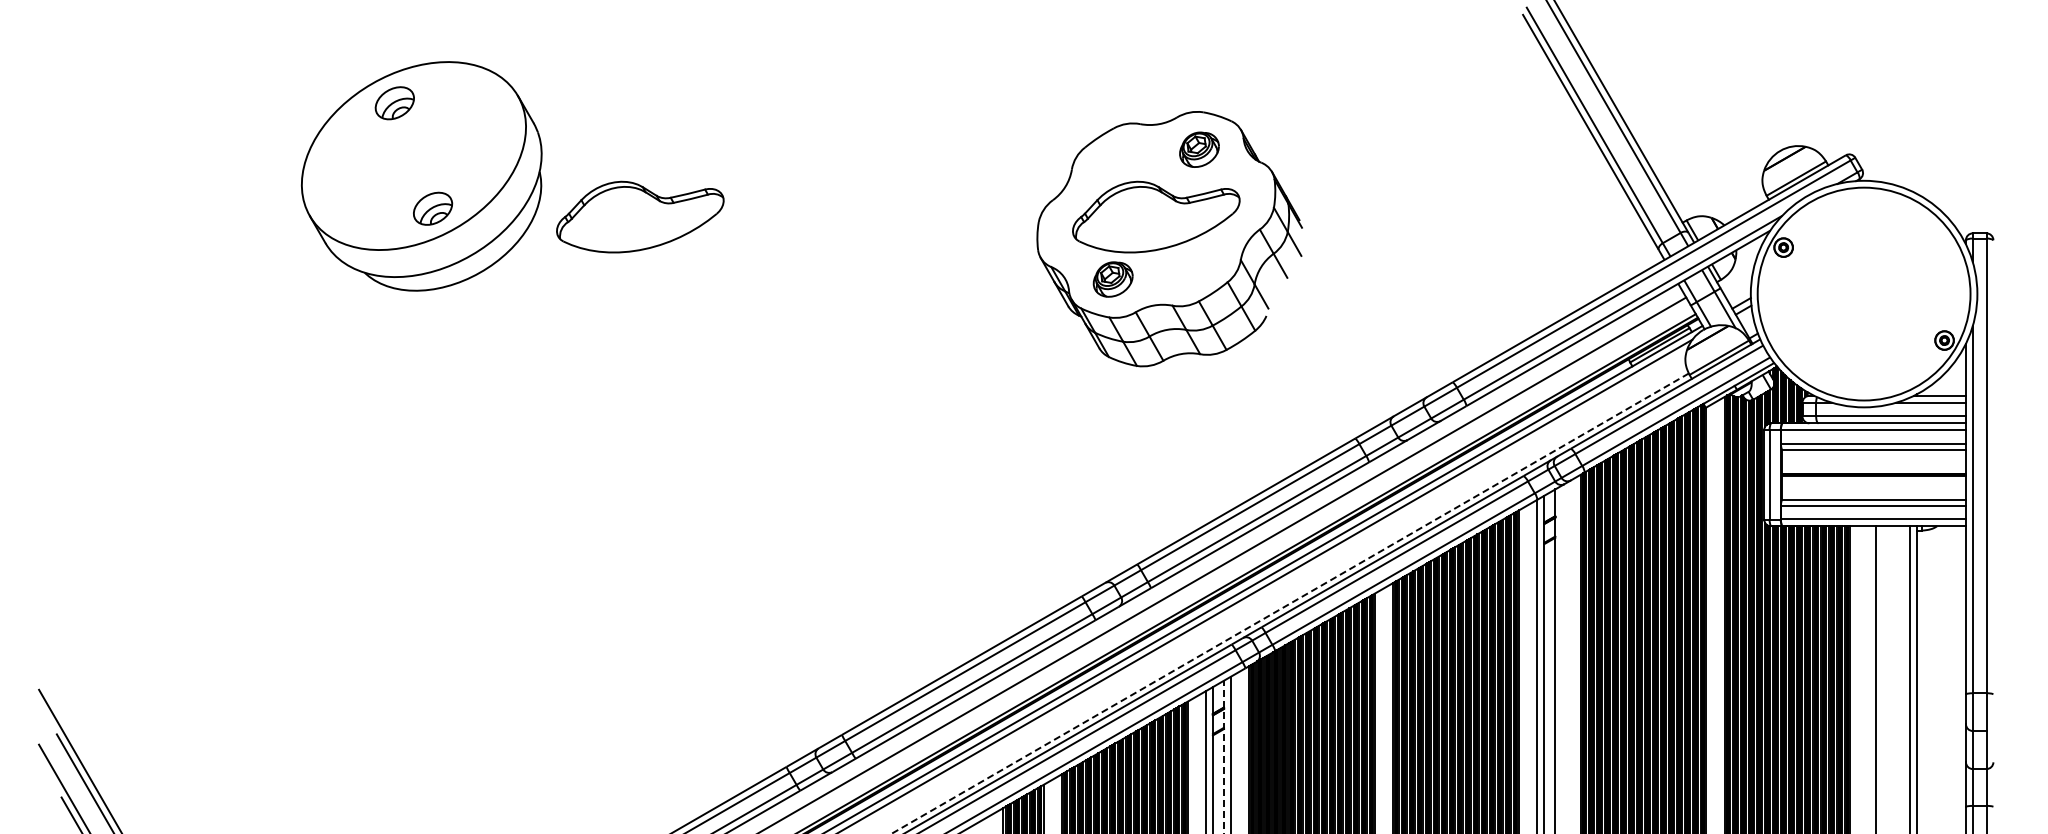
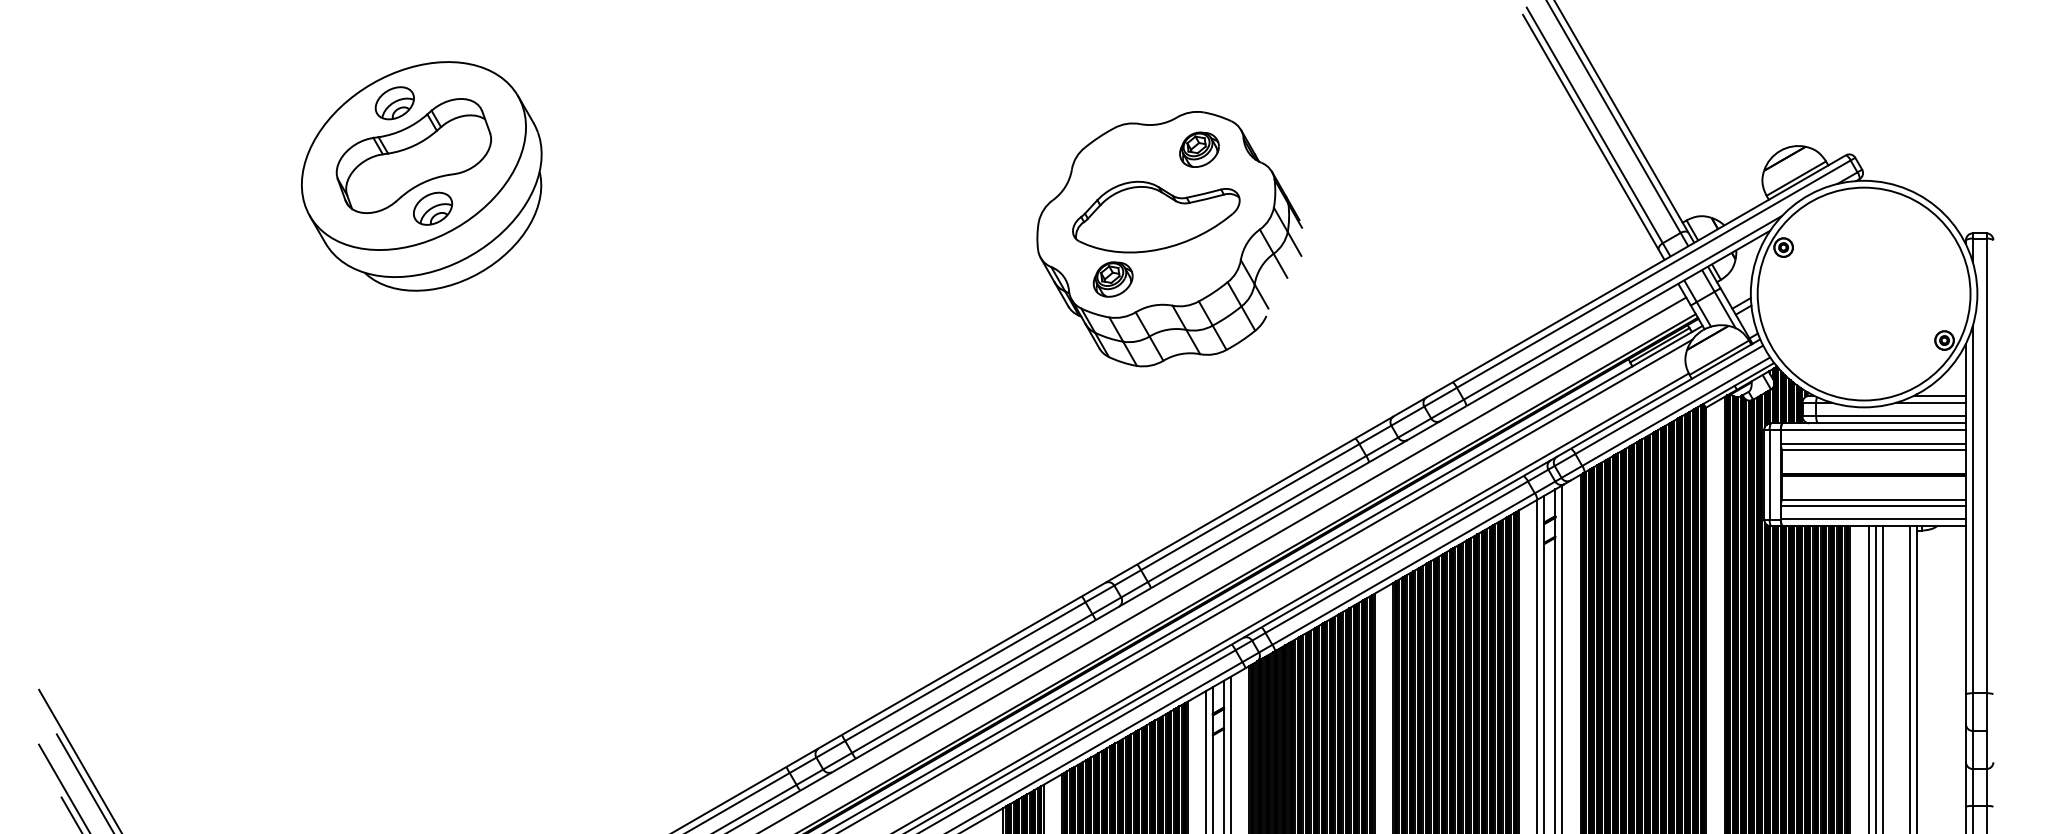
part at (413, 155): none -> present
part at (640, 216): present -> none
line at (1289, 603): dashed -> solid
line at (1562, 657): none -> present
line at (1868, 678): none -> present
line at (1882, 678): none -> present
line at (1223, 756): dashed -> solid
